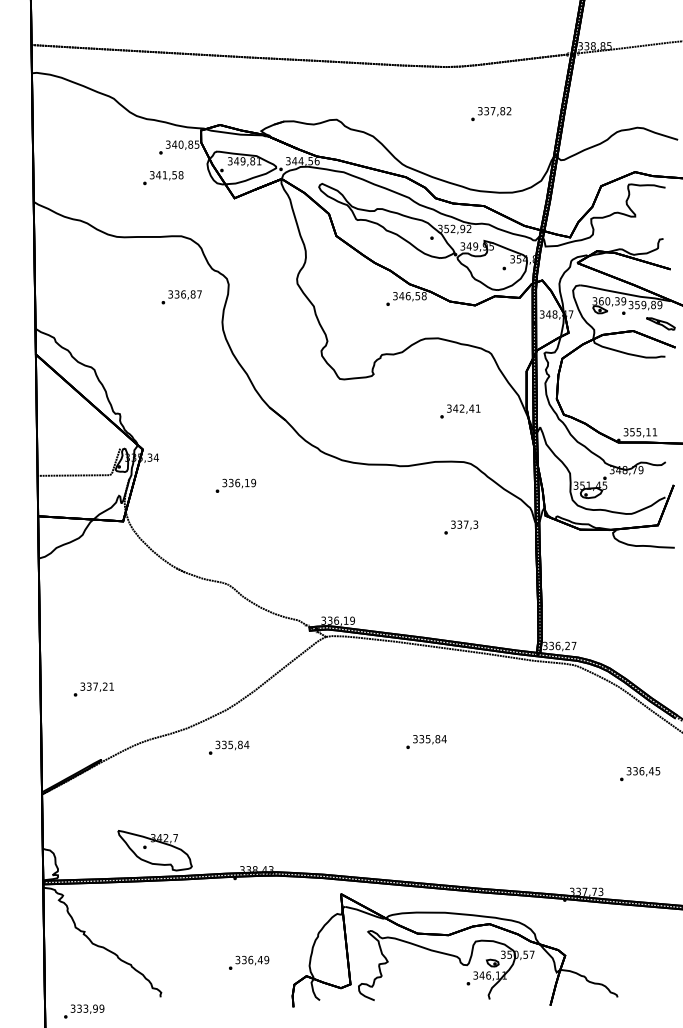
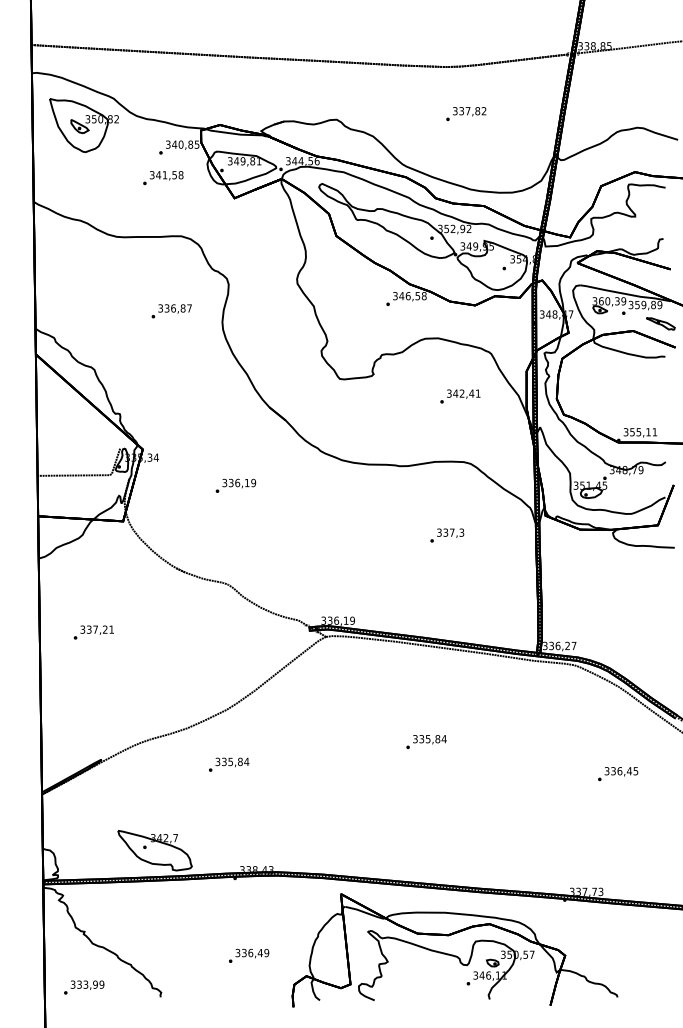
text at (491, 113) position: (491, 113) -> (466, 113)
part at (83, 125): none -> present
text at (181, 297) position: (181, 297) -> (171, 311)
text at (460, 411) position: (460, 411) -> (460, 396)
text at (461, 527) position: (461, 527) -> (447, 535)
text at (93, 689) position: (93, 689) -> (93, 632)
text at (229, 747) position: (229, 747) -> (229, 764)
text at (640, 774) position: (640, 774) -> (618, 774)
text at (249, 962) position: (249, 962) -> (249, 955)
text at (84, 1011) position: (84, 1011) -> (84, 987)
